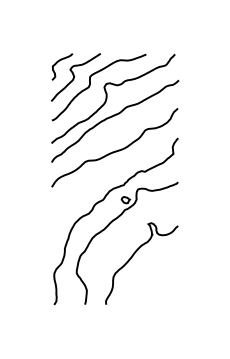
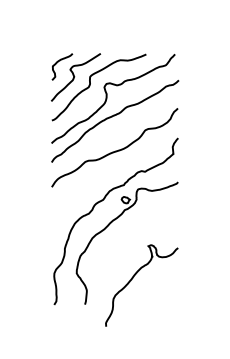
curve at (133, 256) position: (133, 256) -> (133, 278)
